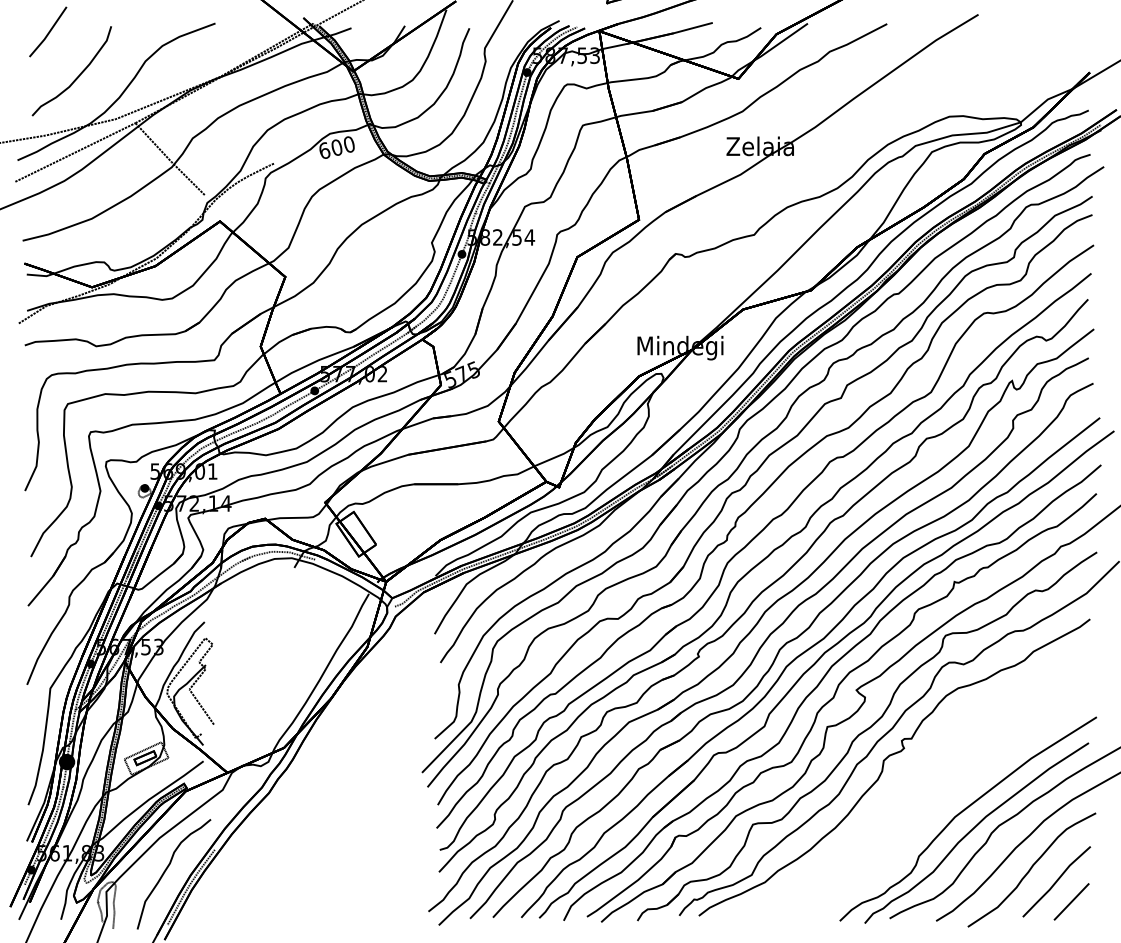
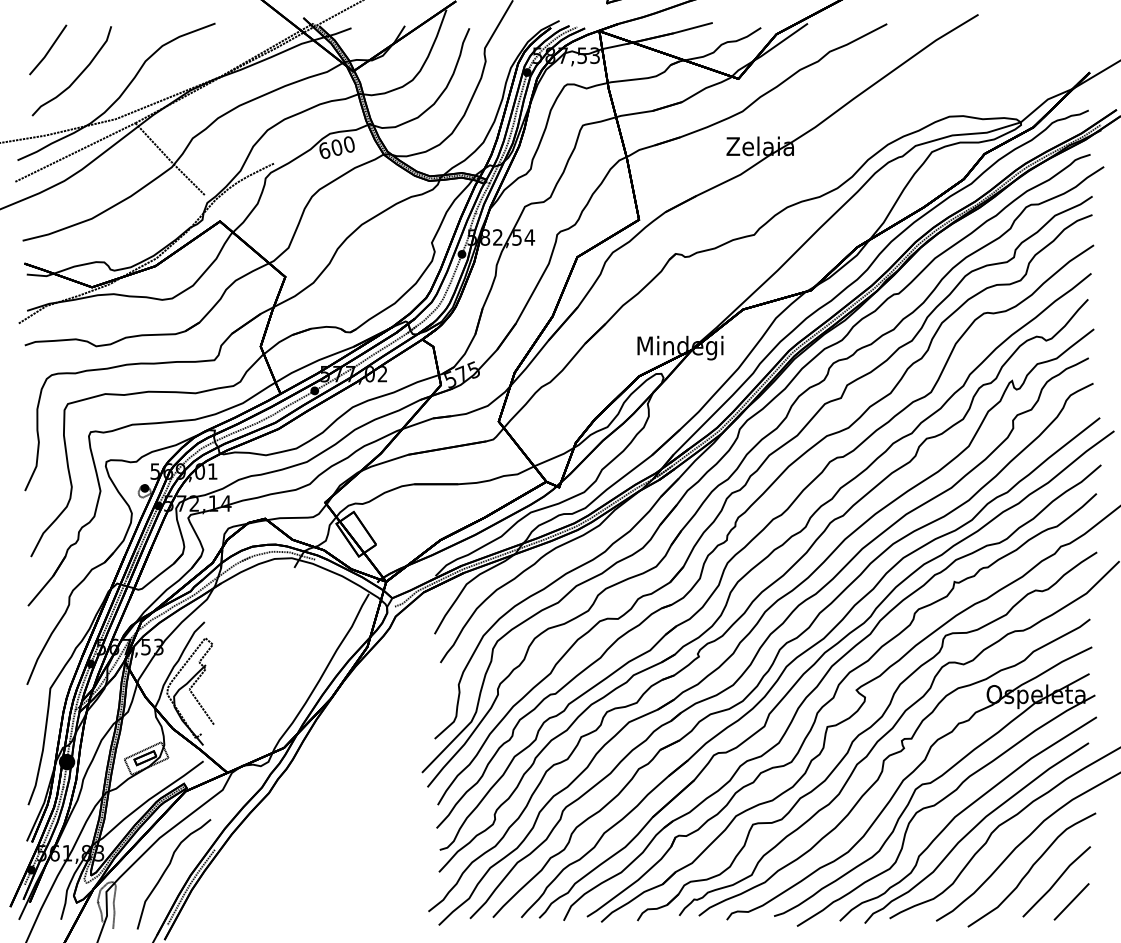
part at (48, 31) position: (48, 31) -> (48, 49)
part at (910, 786): none -> present
